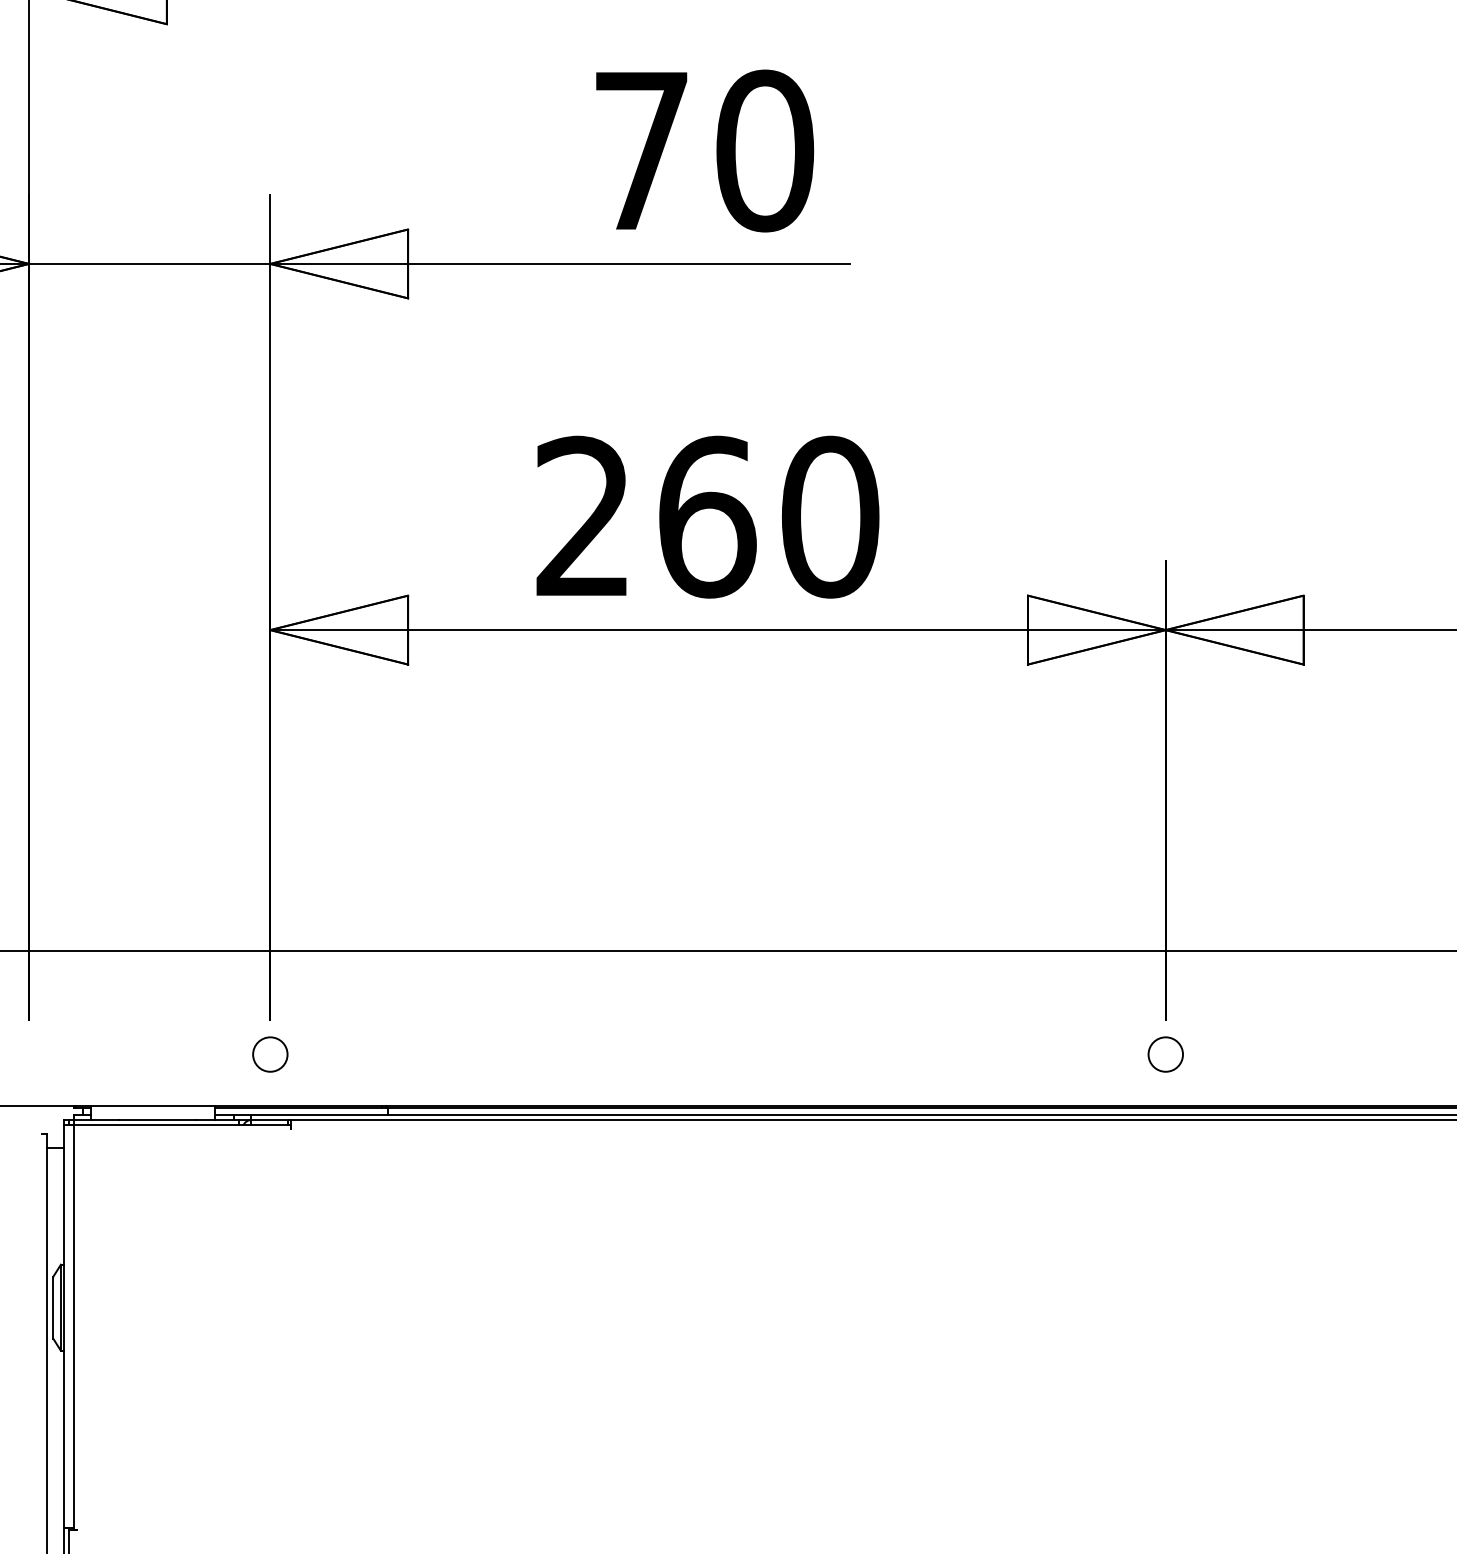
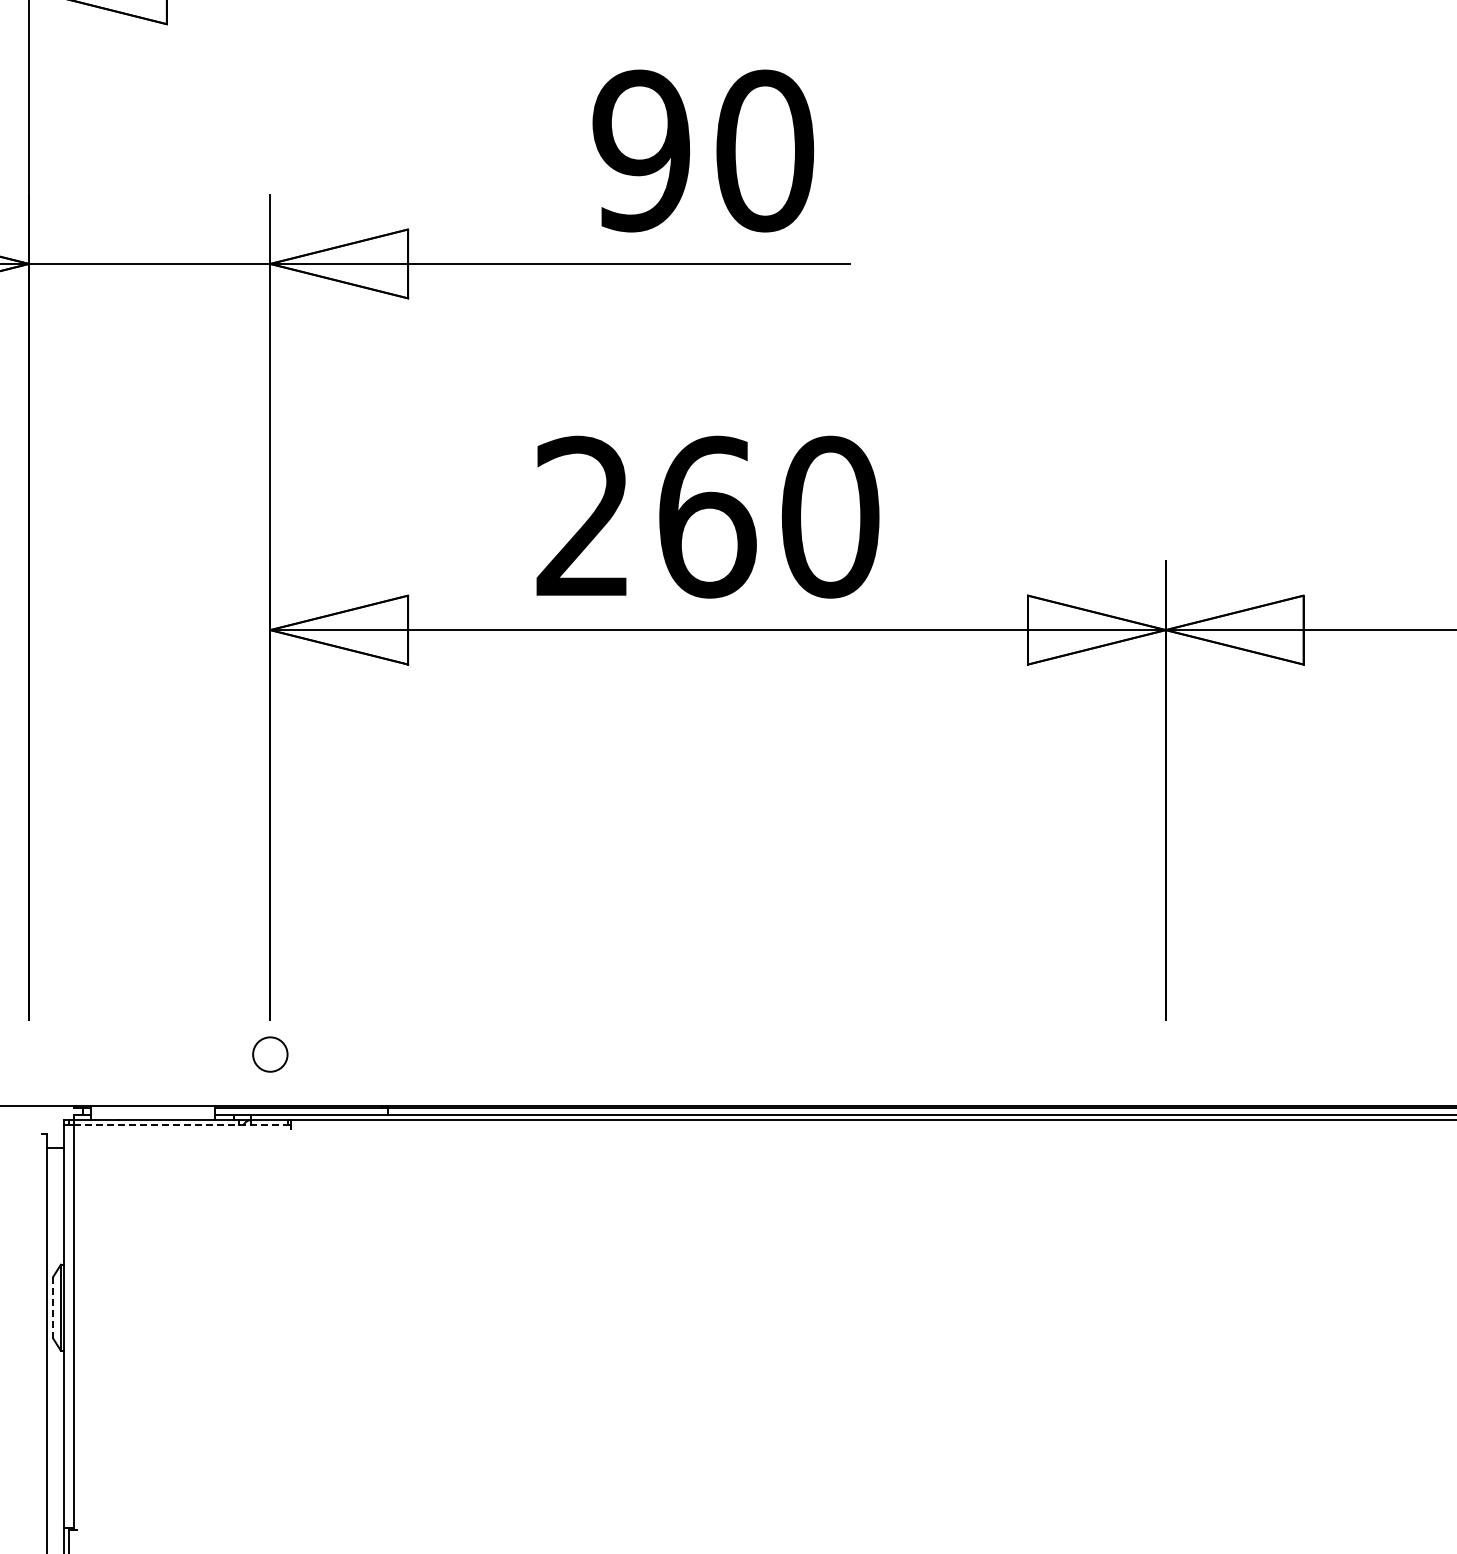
text at (641, 150): 70 -> 90
line at (727, 951): present -> none
circle at (1165, 1054): present -> none
line at (182, 1125): solid -> dashed
line at (53, 1307): solid -> dashed
